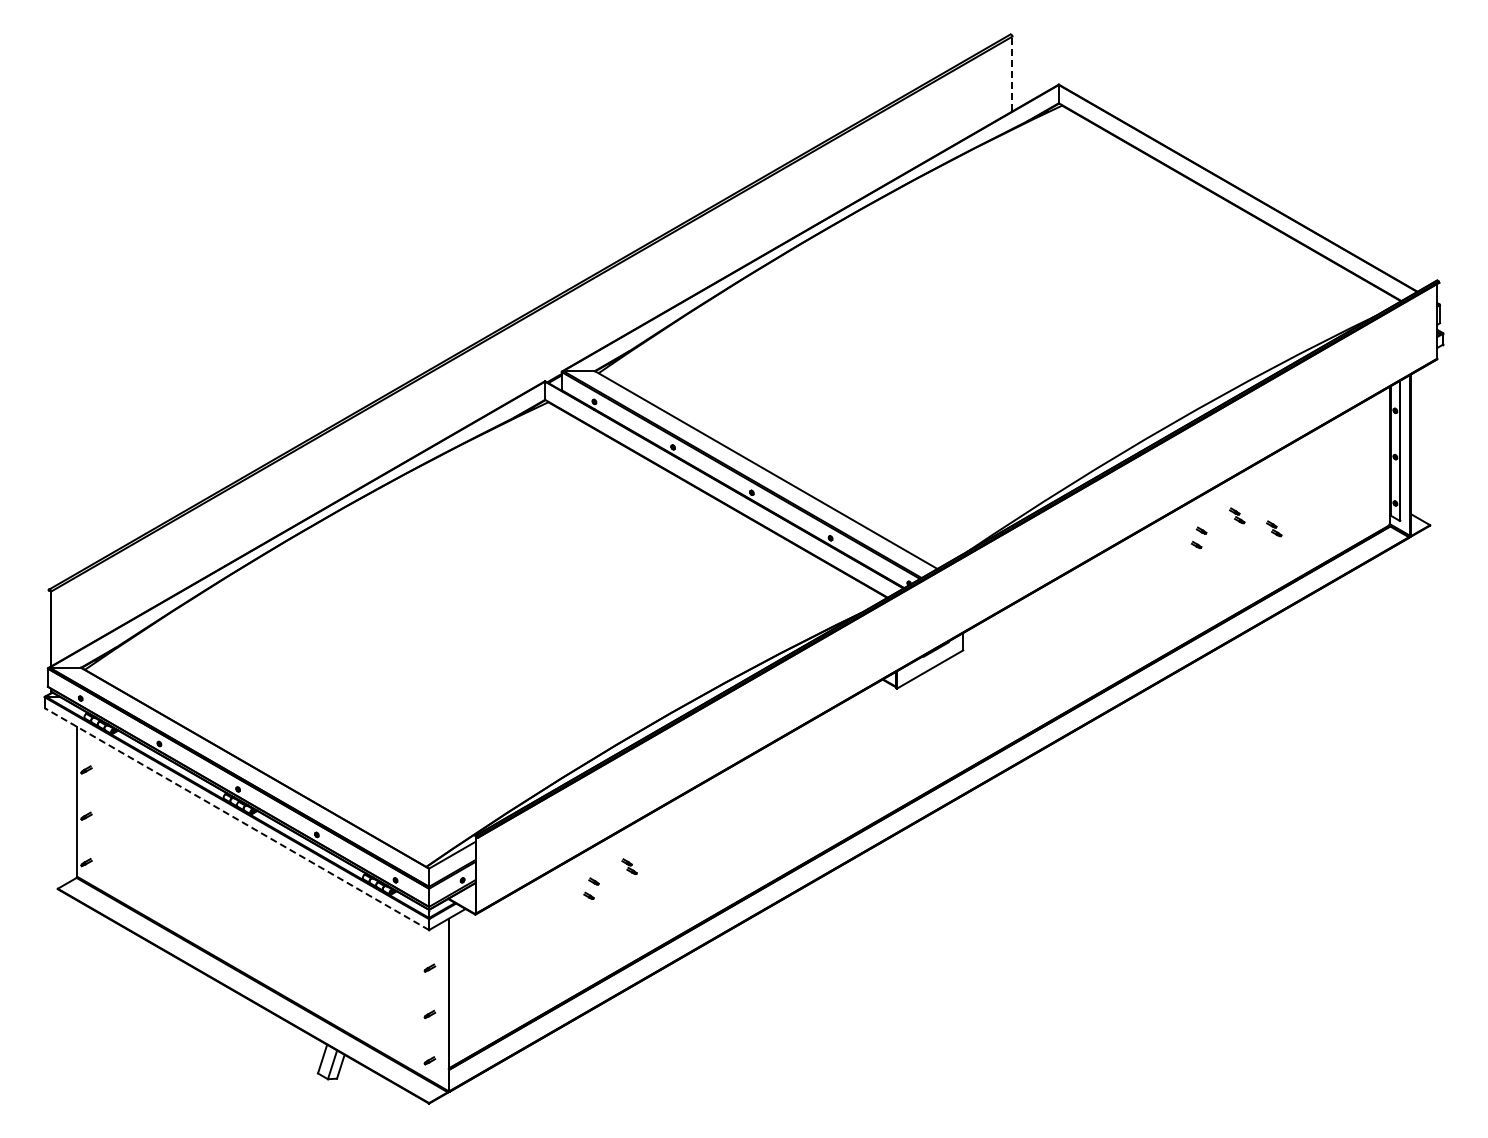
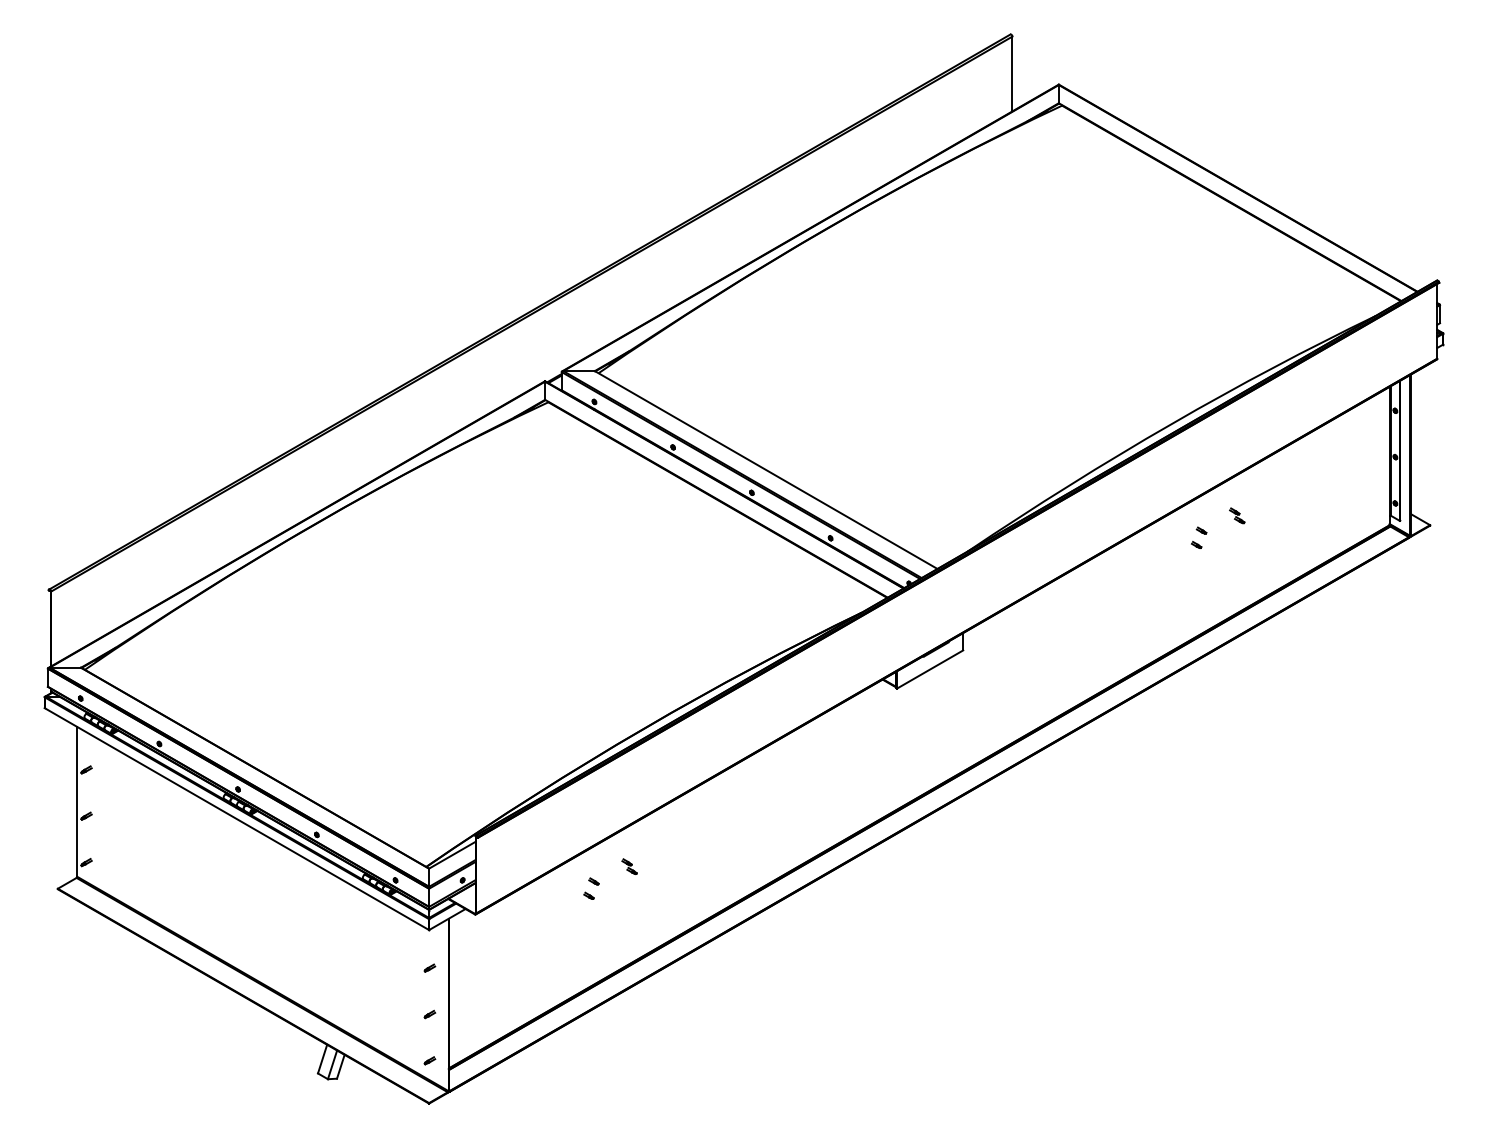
line at (1012, 73): dashed -> solid
part at (1274, 528): present -> none
line at (236, 819): dashed -> solid
